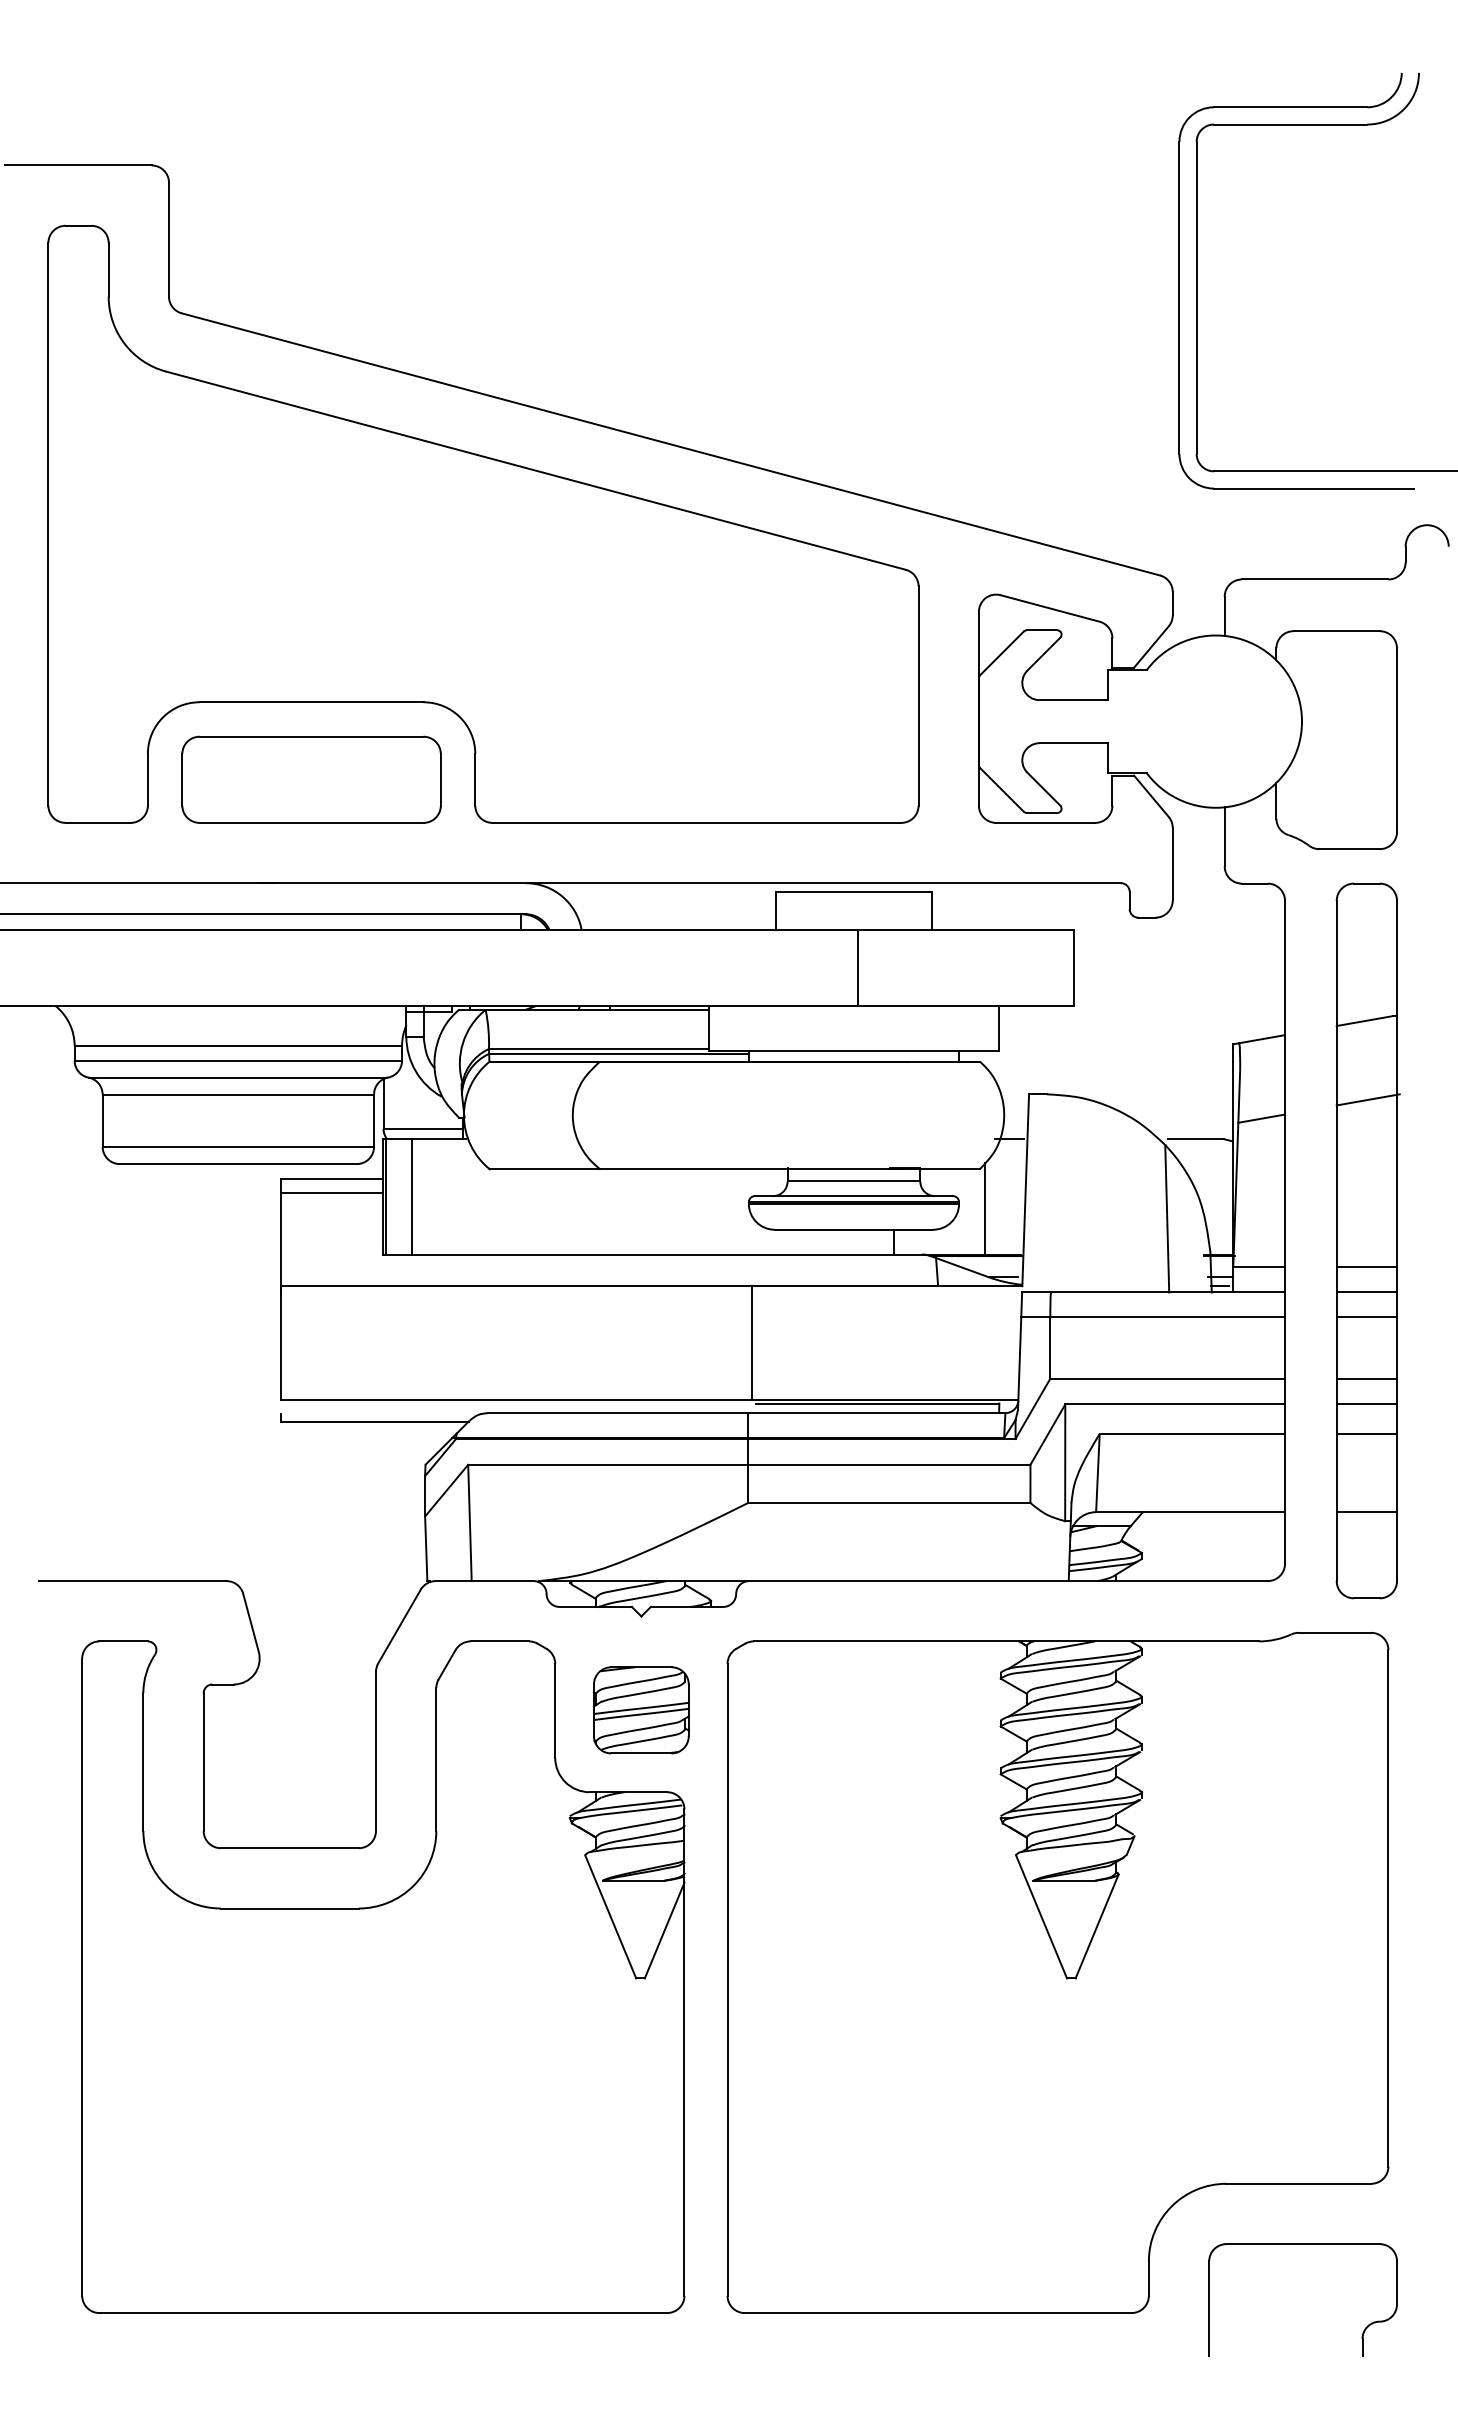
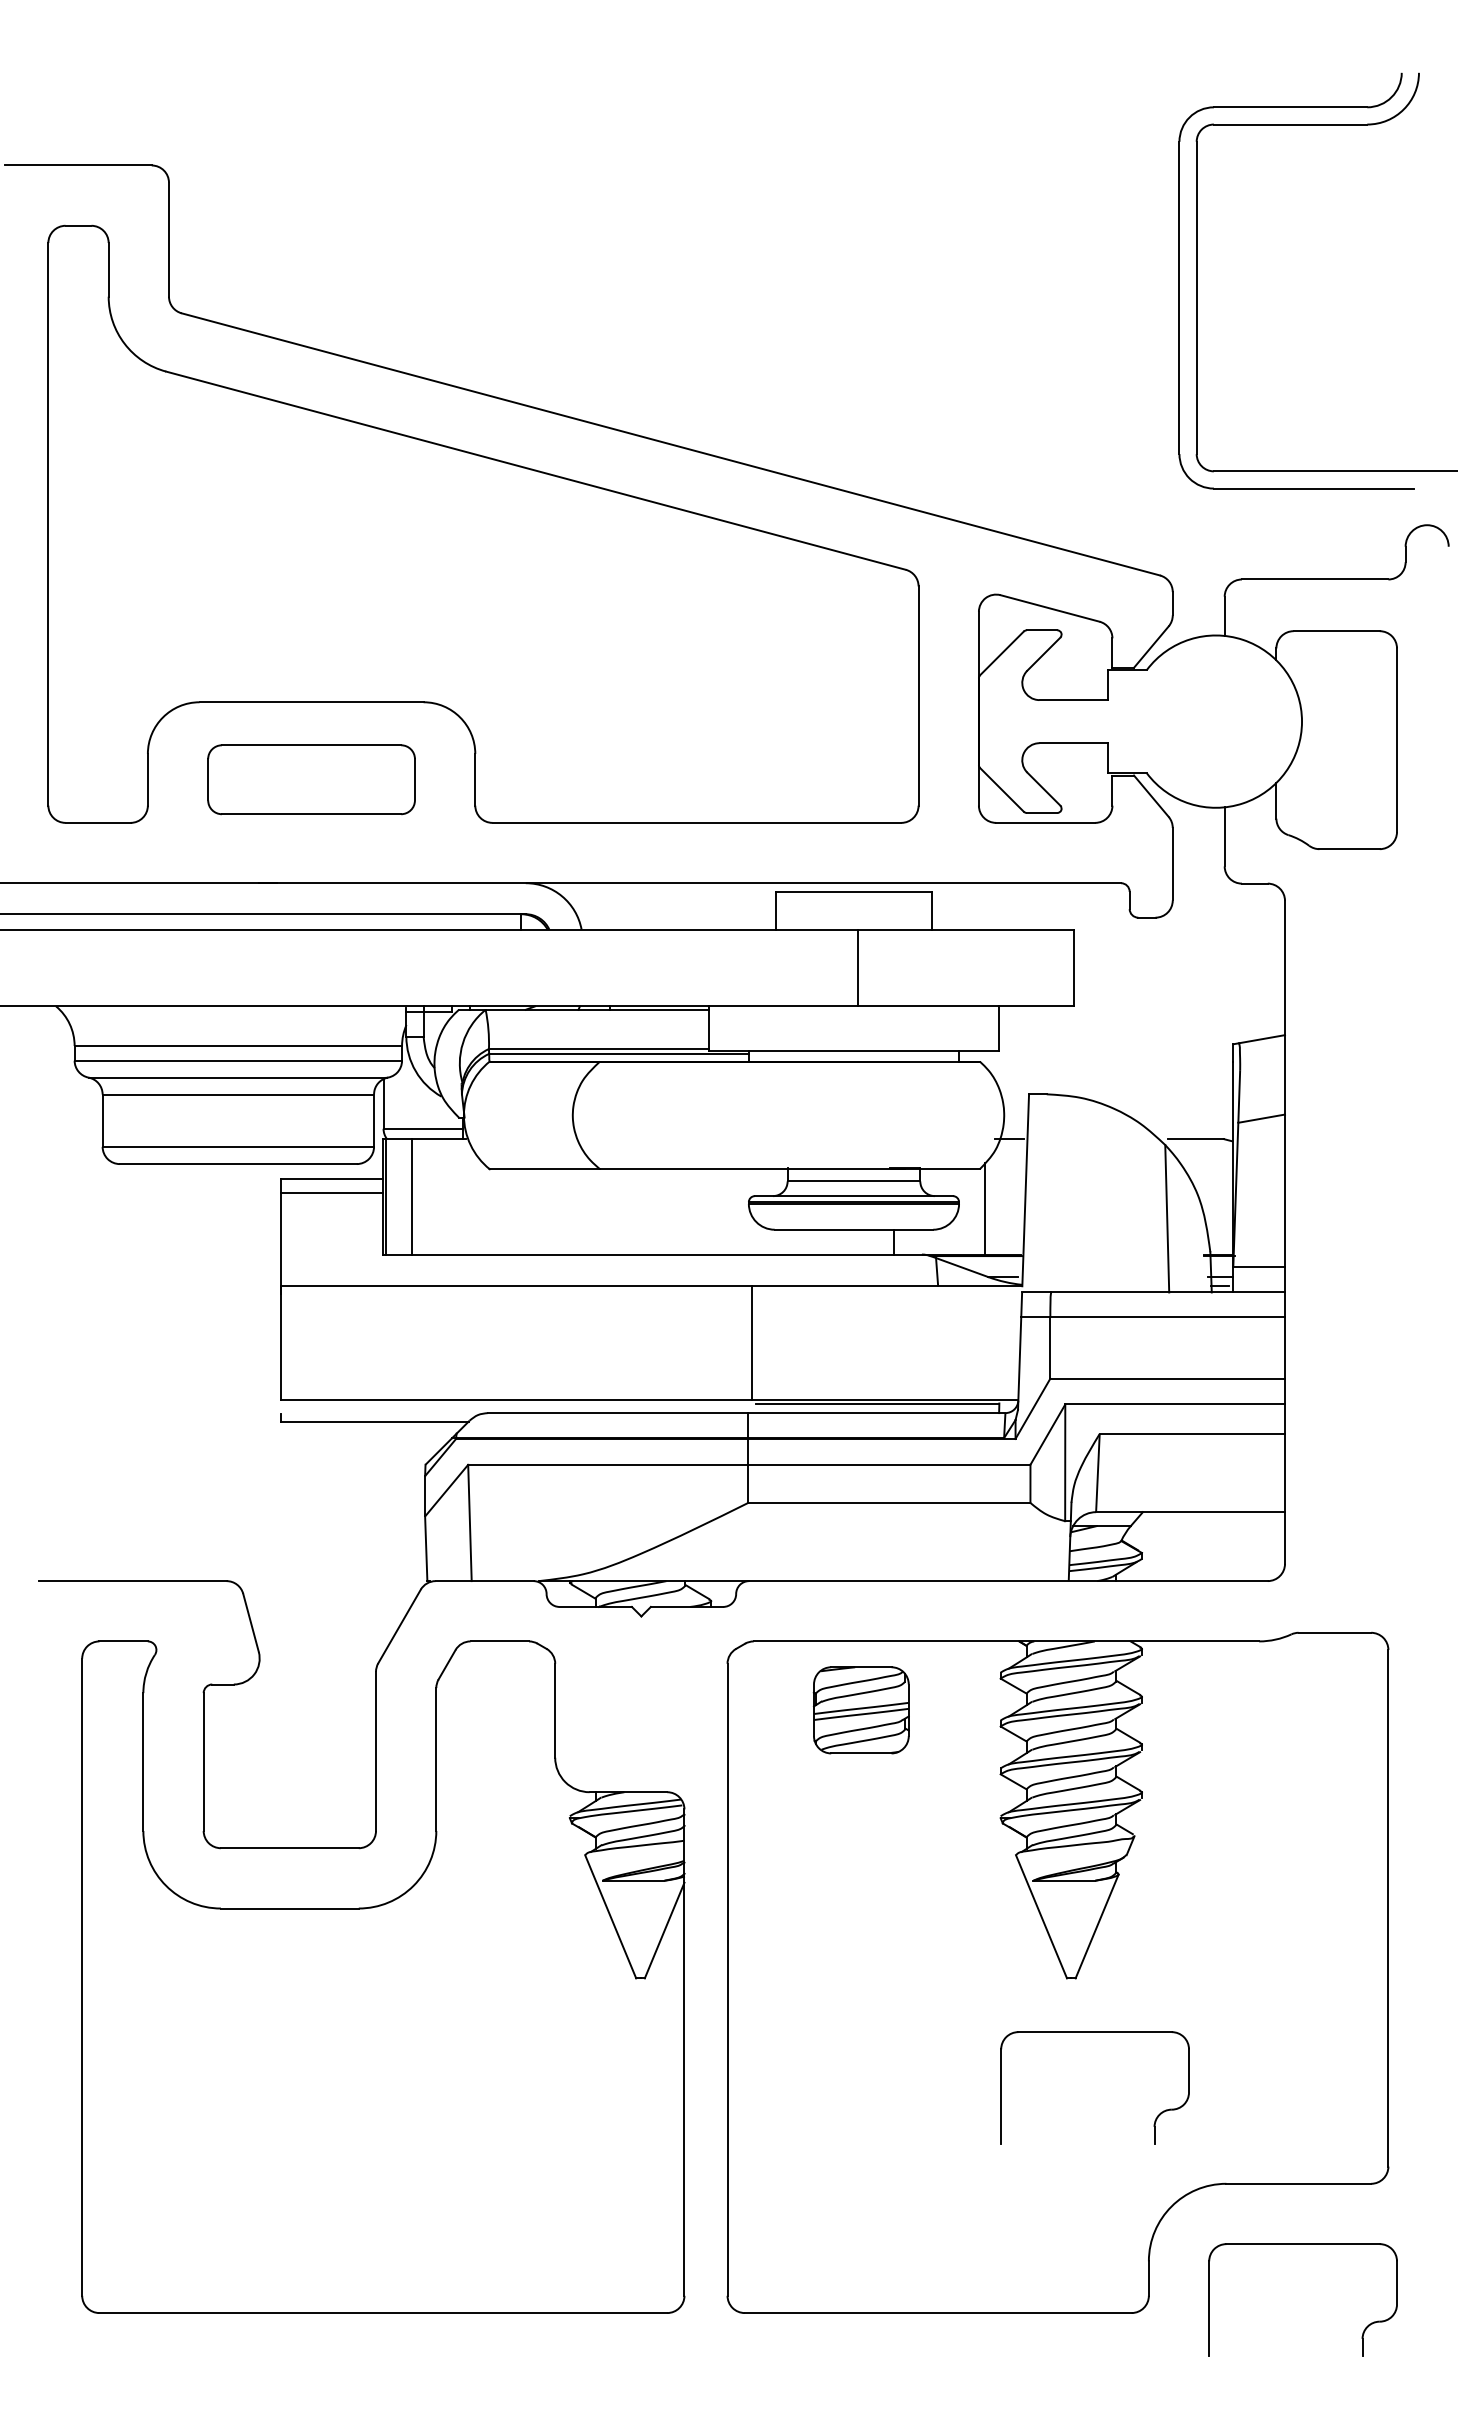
part at (311, 779) size: 261x89 px -> 209x72 px
part at (1367, 1240): present -> none
part at (640, 1710) position: (640, 1710) -> (860, 1710)
part at (1094, 2032): none -> present
